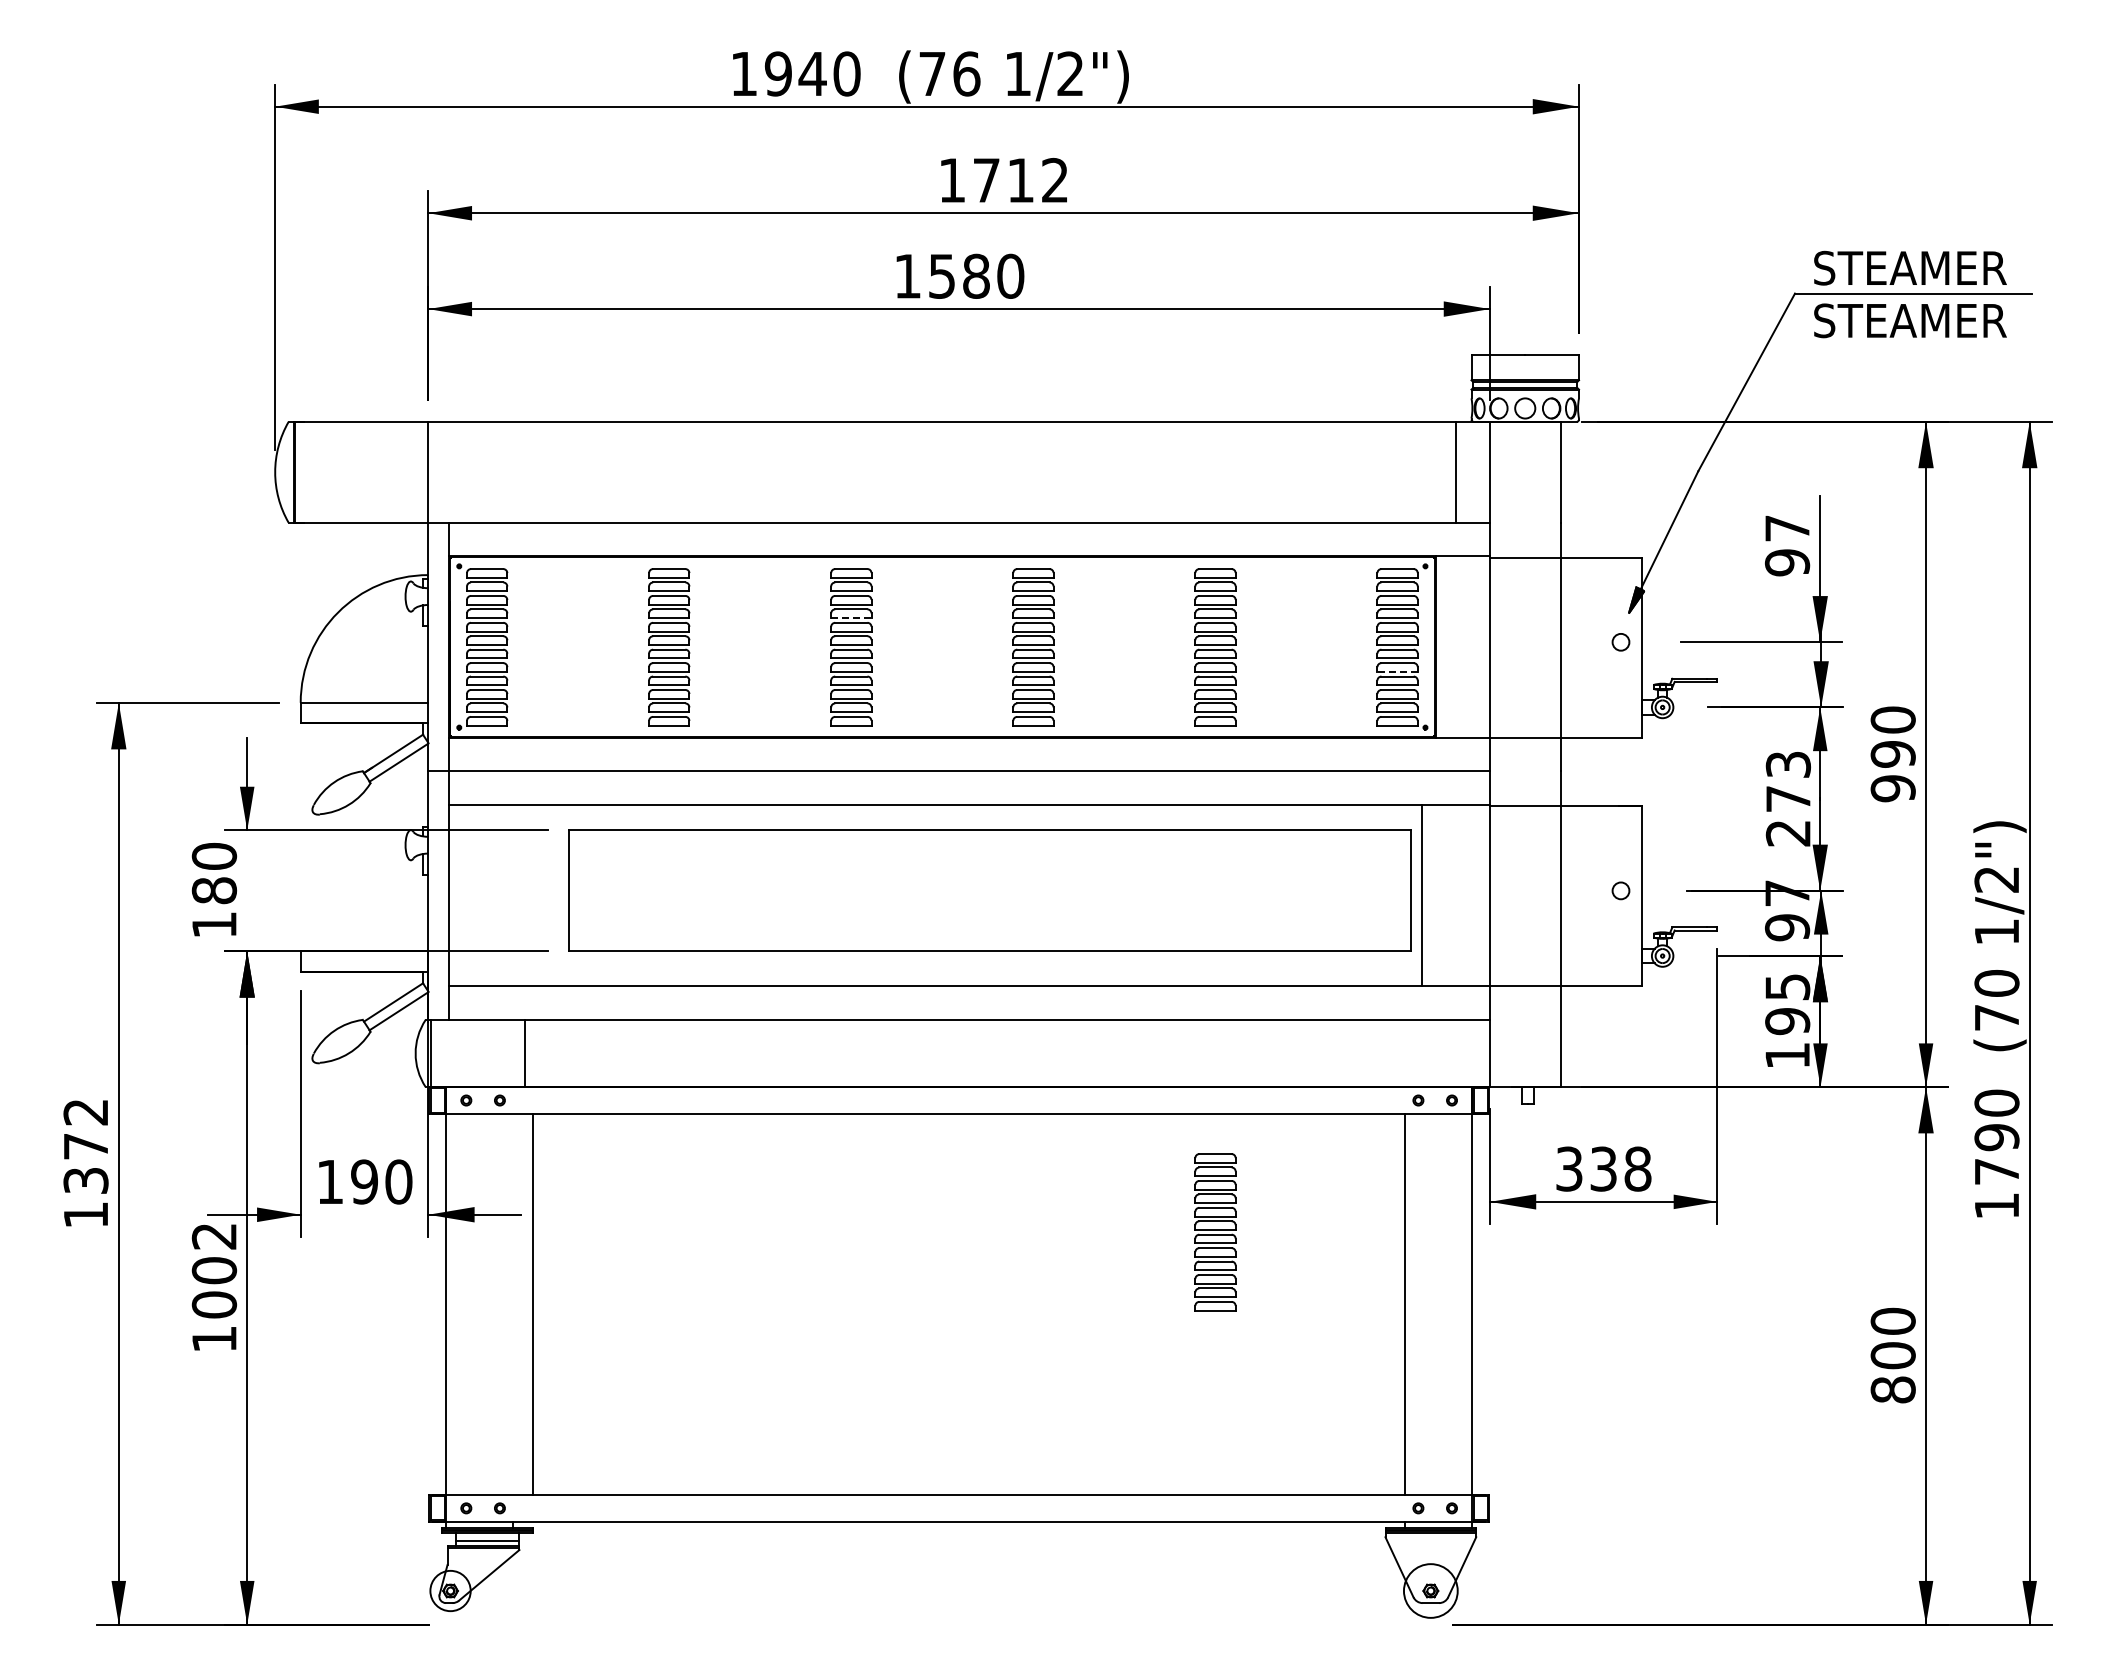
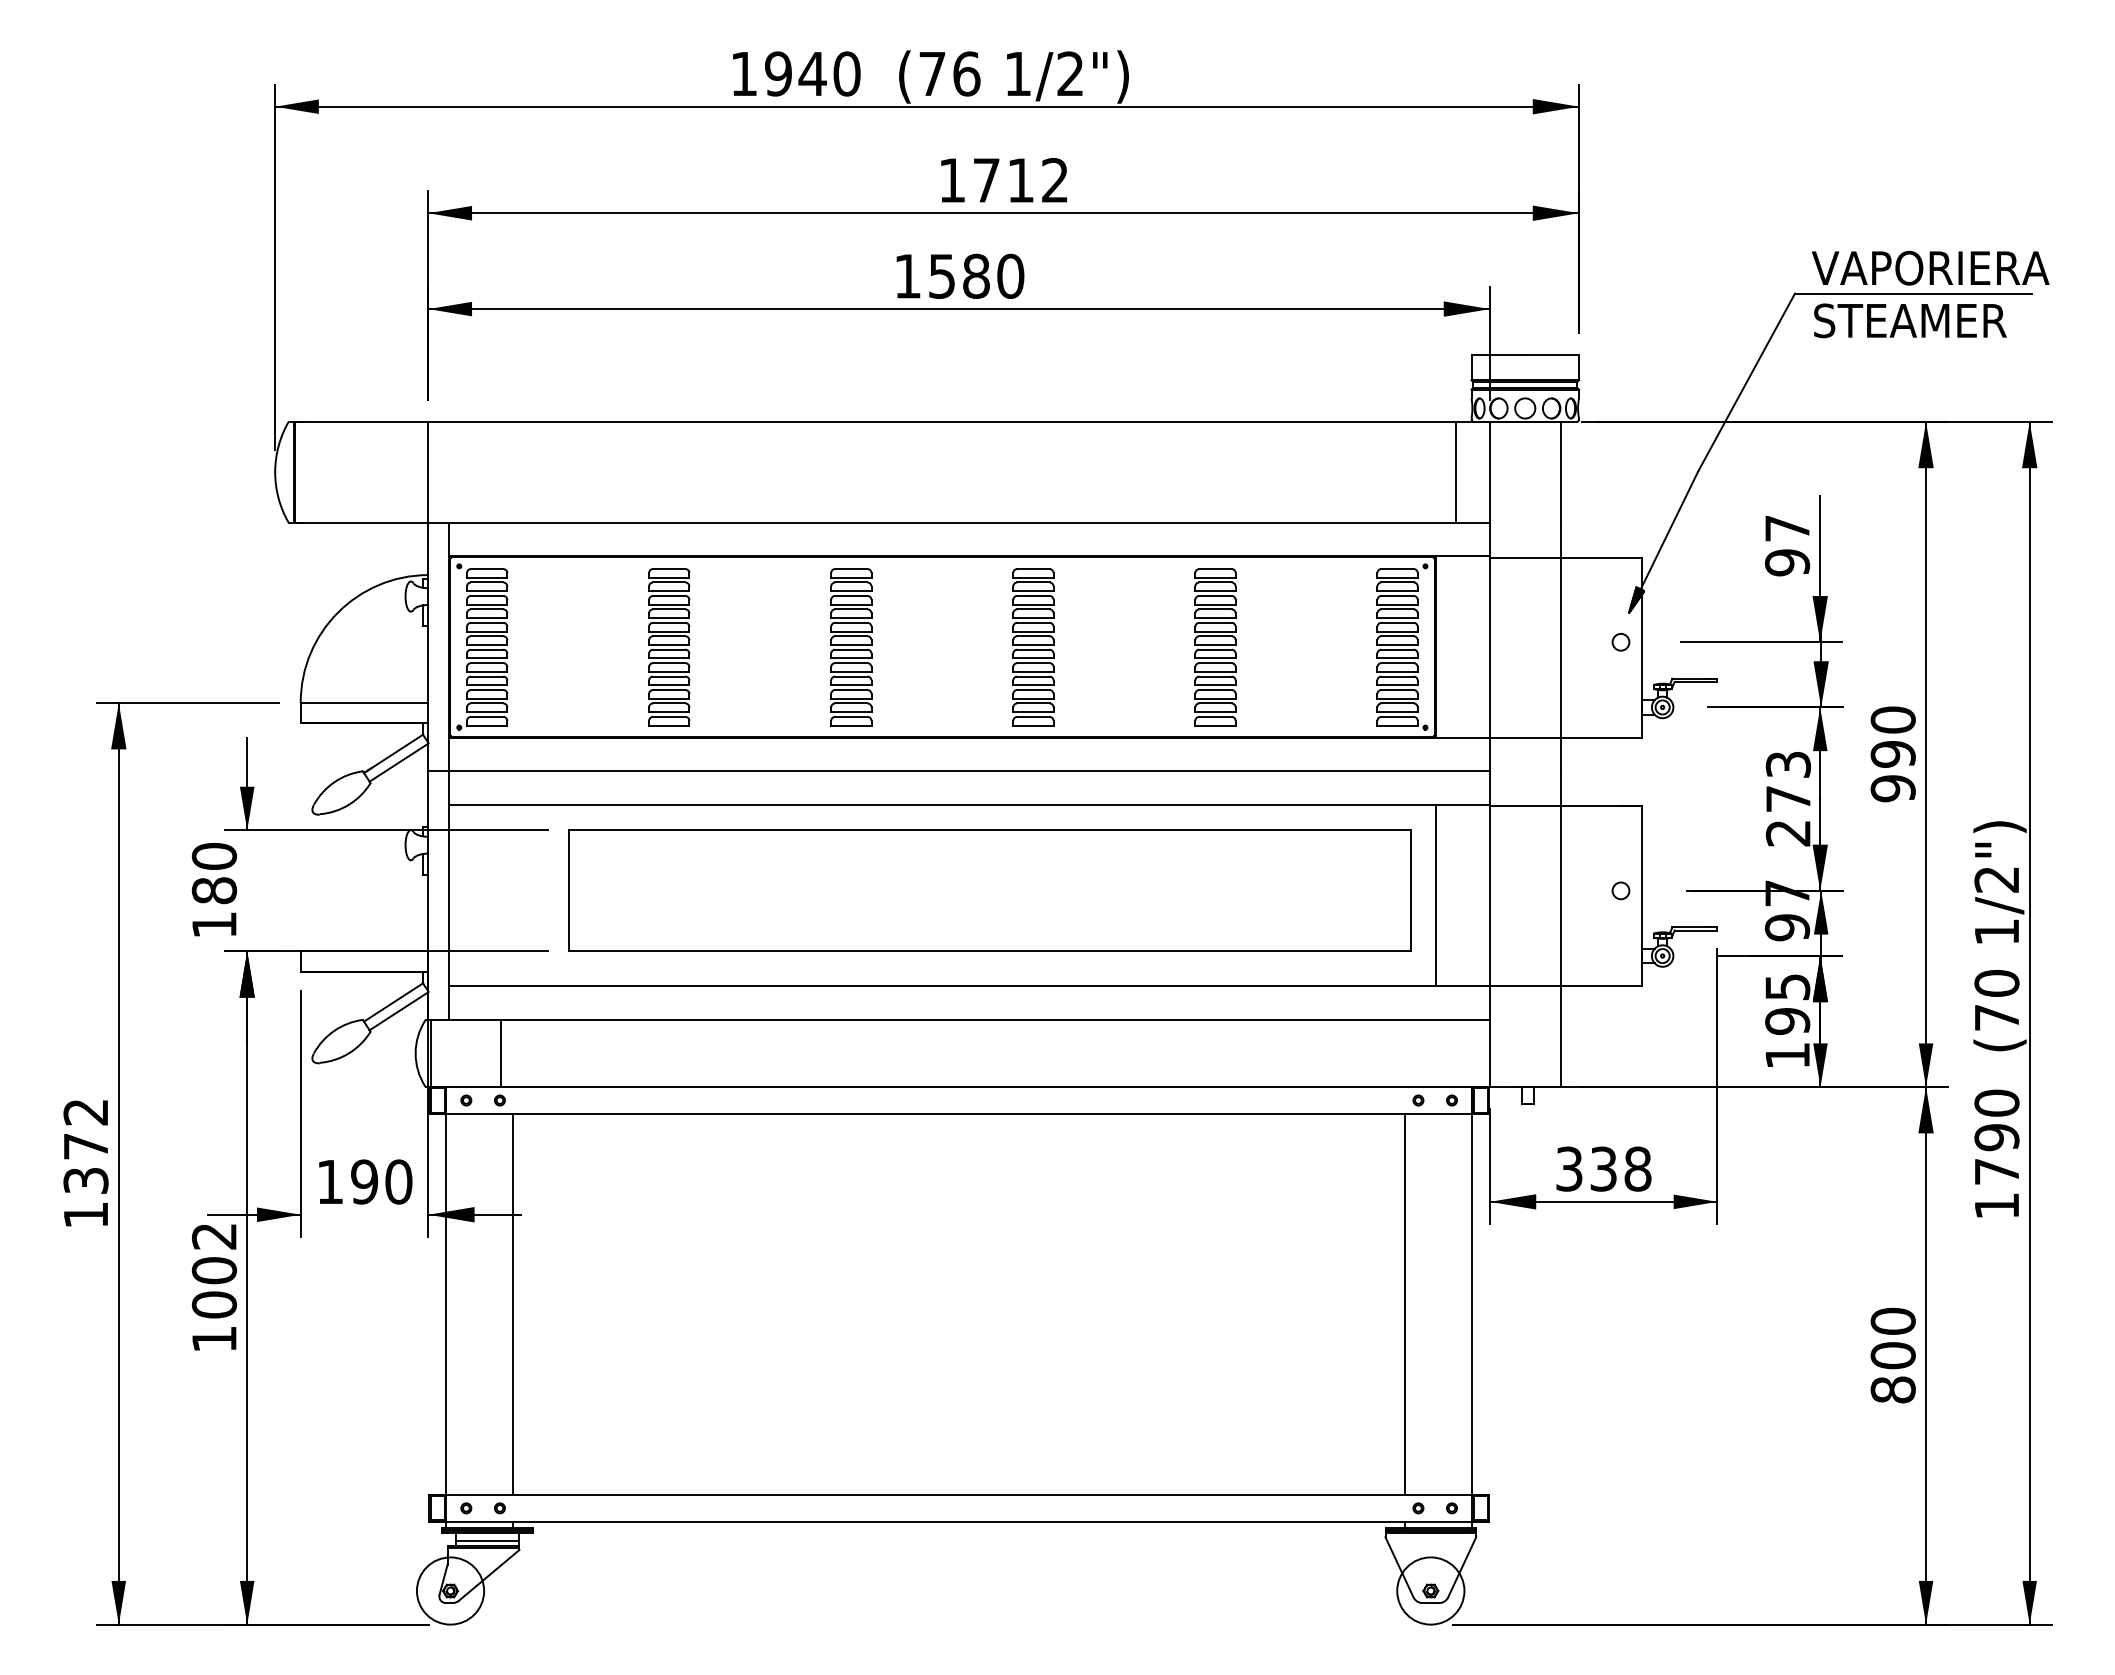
text at (1930, 267): STEAMER -> VAPORIERA
line at (851, 618): dashed -> solid
line at (1397, 671): dashed -> solid
line at (1422, 895) position: (1422, 895) -> (1436, 895)
line at (524, 1053) position: (524, 1053) -> (500, 1053)
part at (1215, 1232): present -> none
line at (533, 1303) position: (533, 1303) -> (513, 1303)
circle at (450, 1590) diameter: 40 px -> 67 px
circle at (1430, 1590) diameter: 54 px -> 67 px
